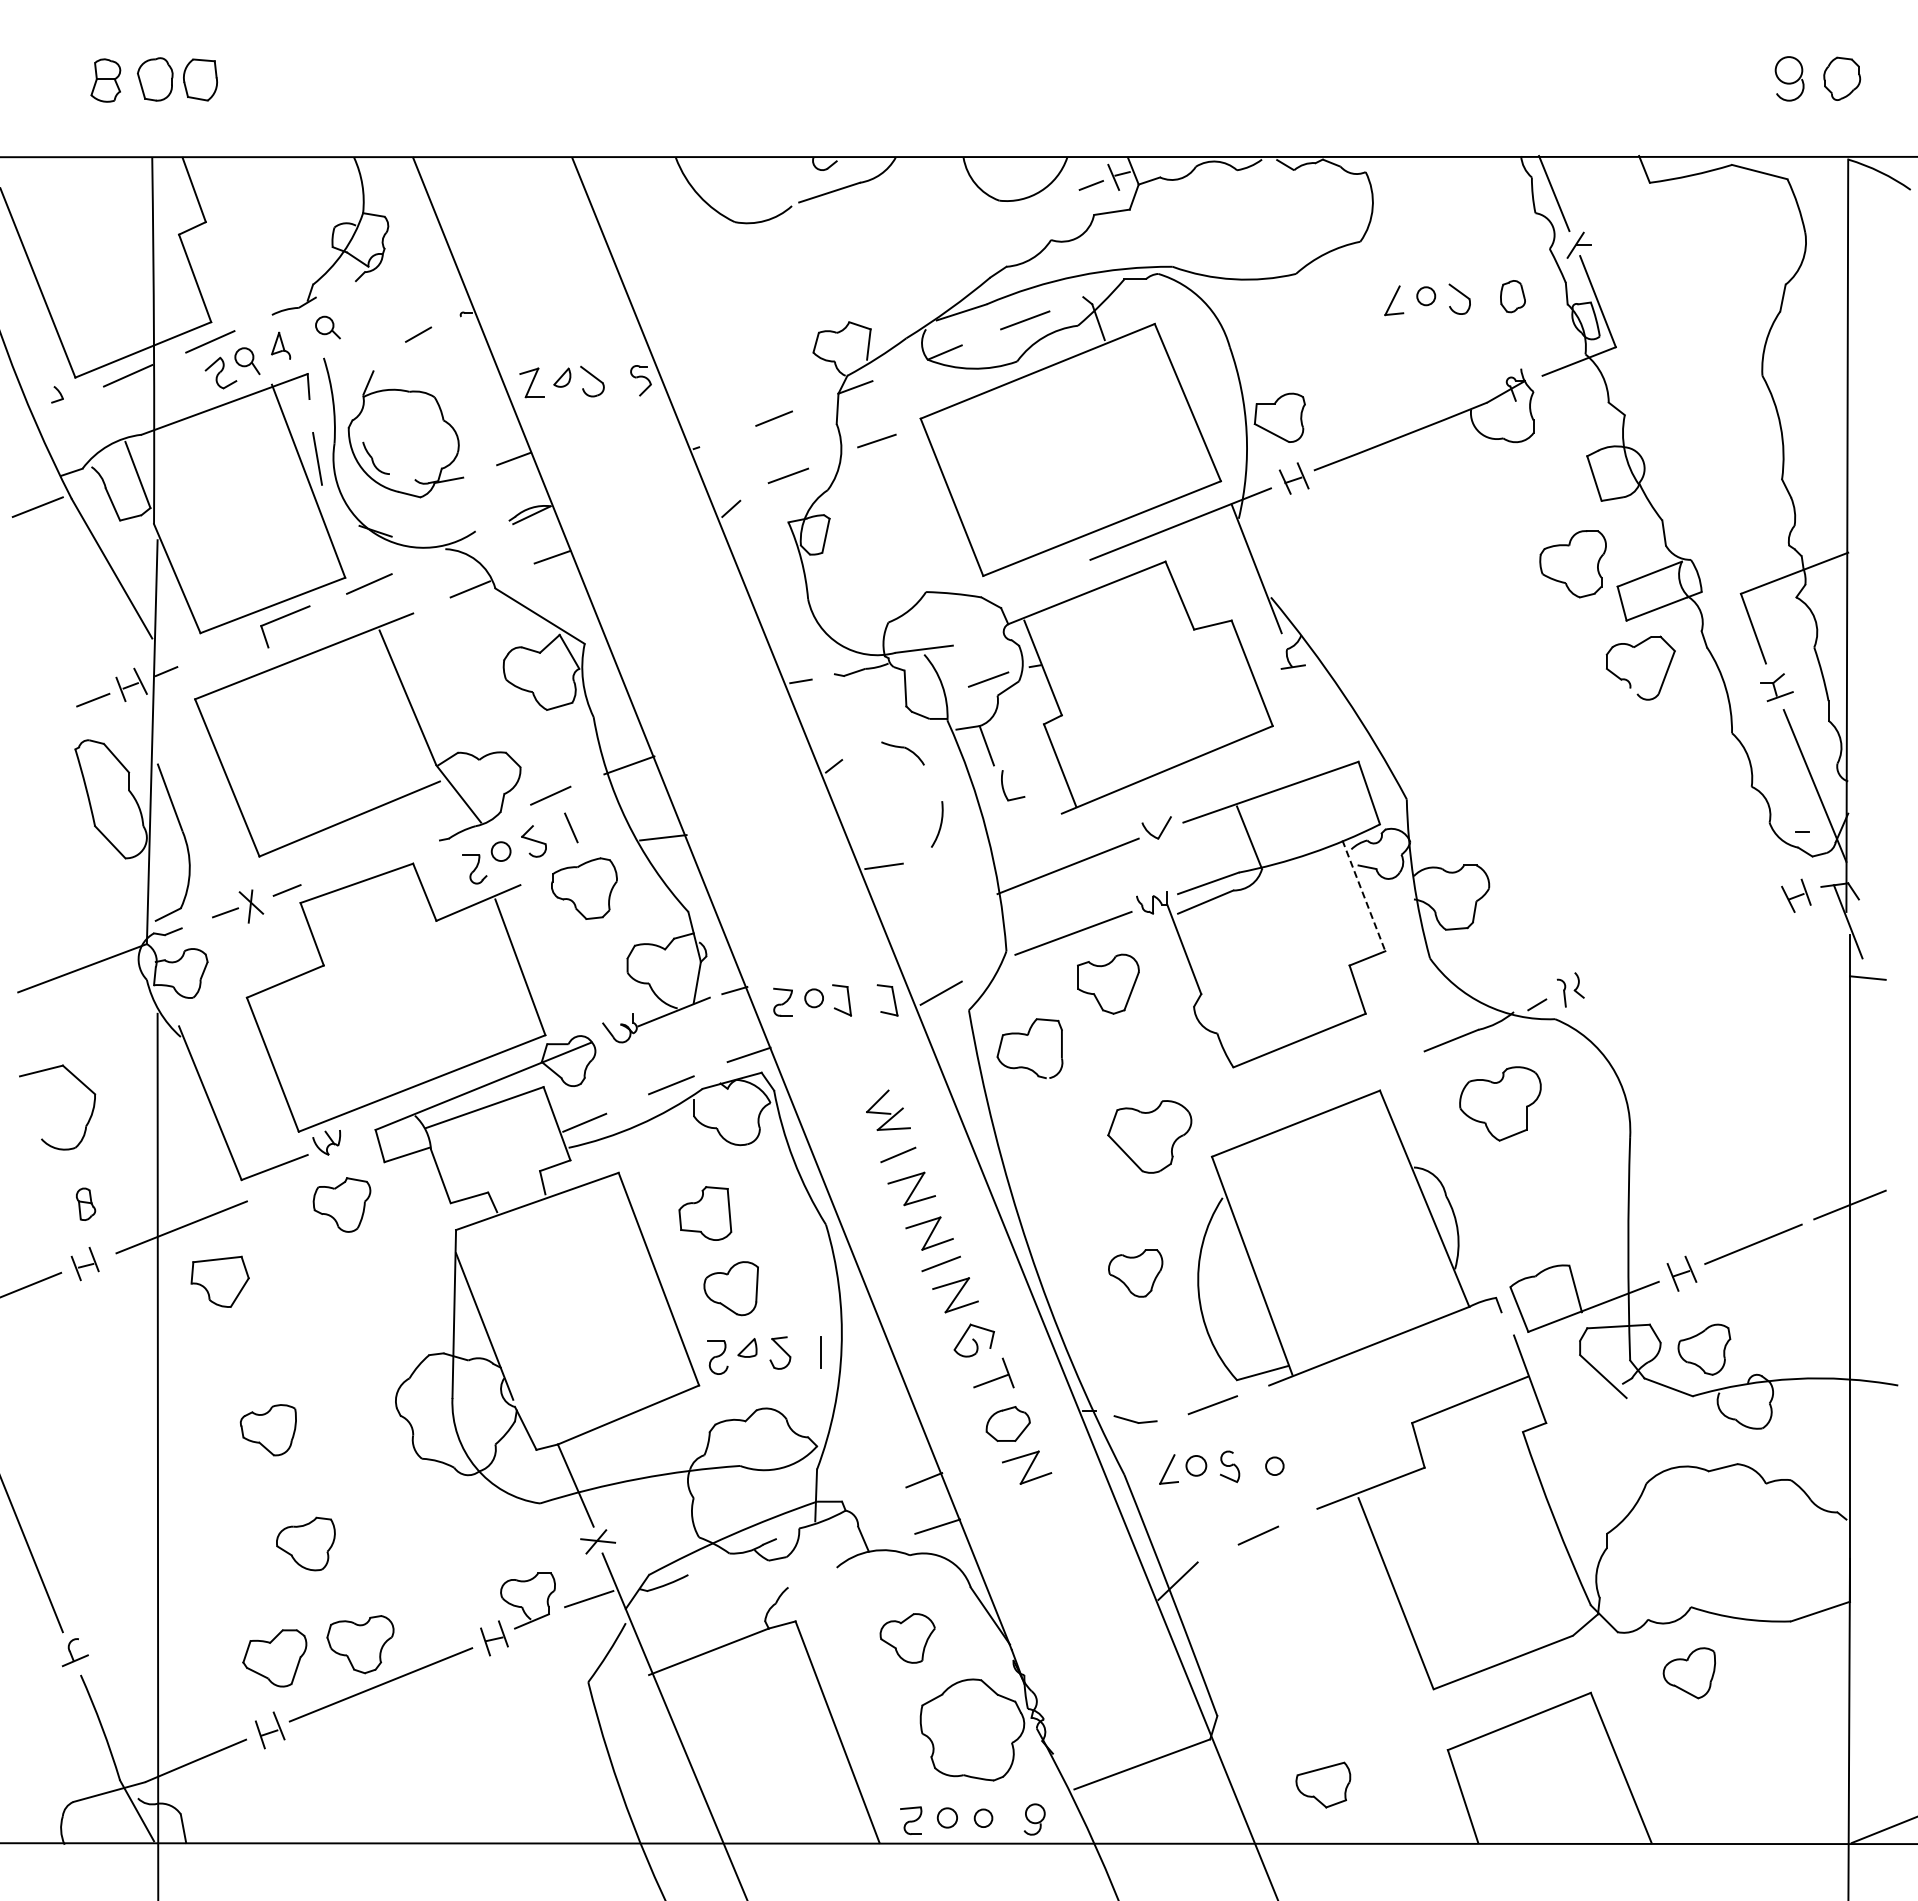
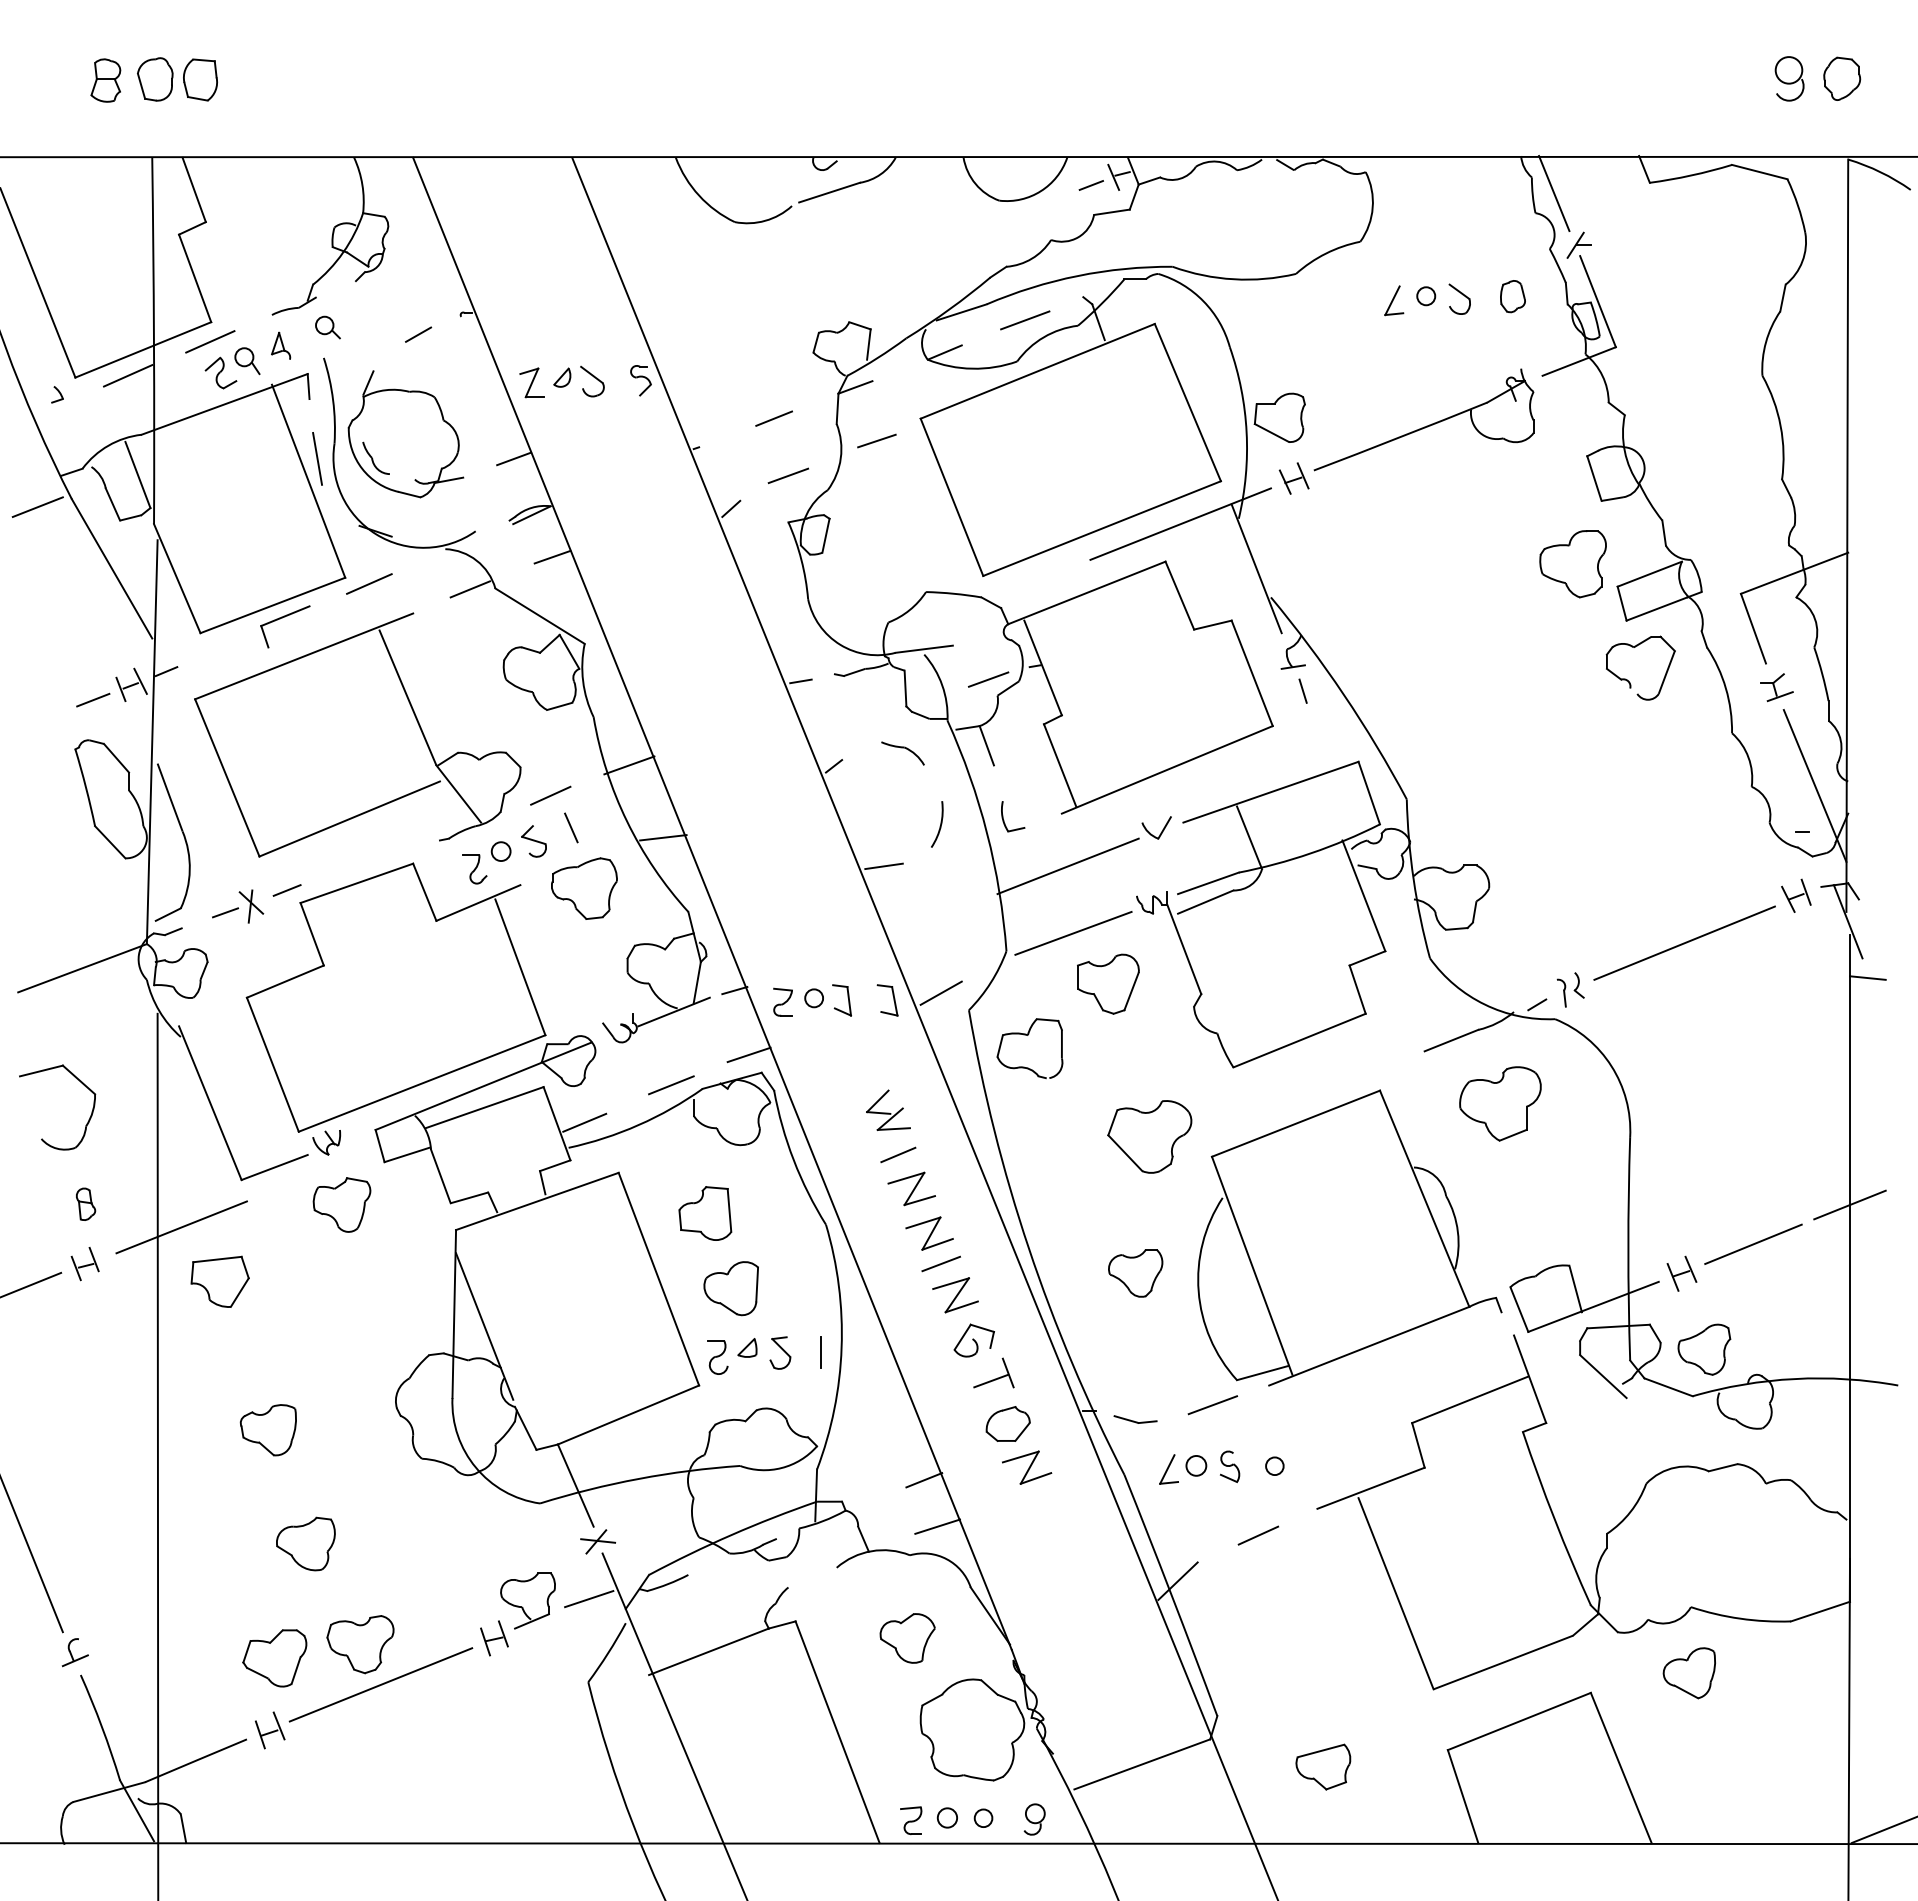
line at (1302, 690): none -> present
part at (1004, 789) position: (1004, 789) -> (1004, 820)
line at (1364, 896): dashed -> solid
line at (1684, 942): none -> present
part at (1323, 1784) position: (1323, 1784) -> (1323, 1766)
